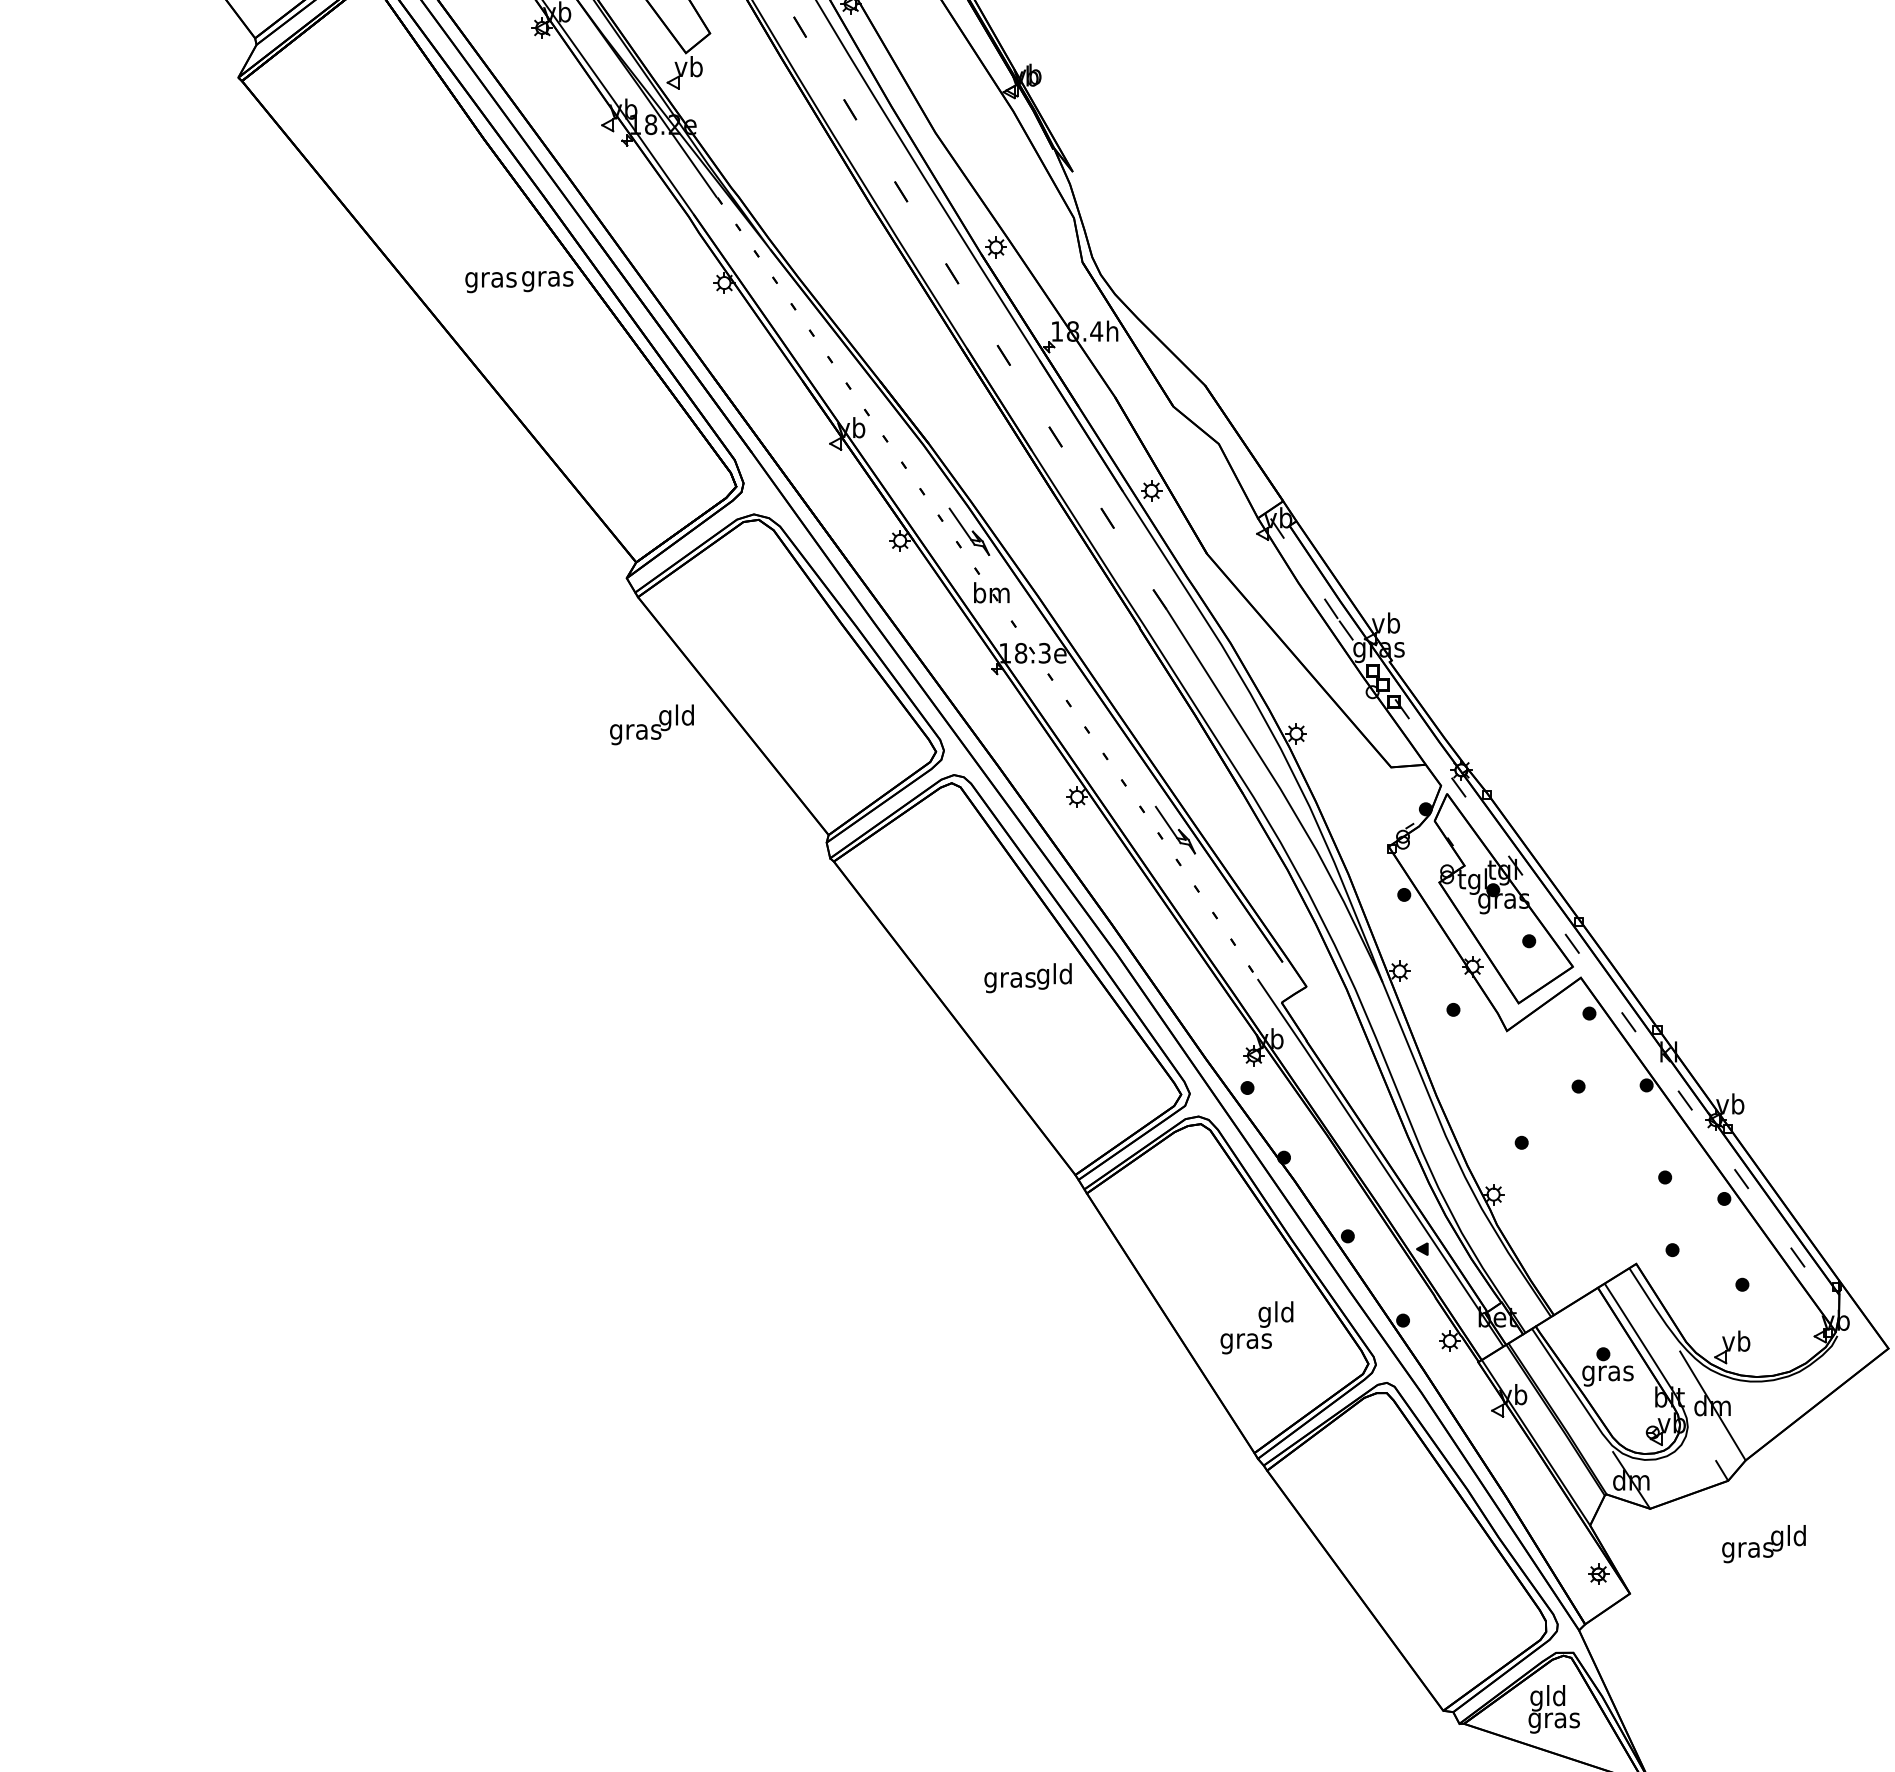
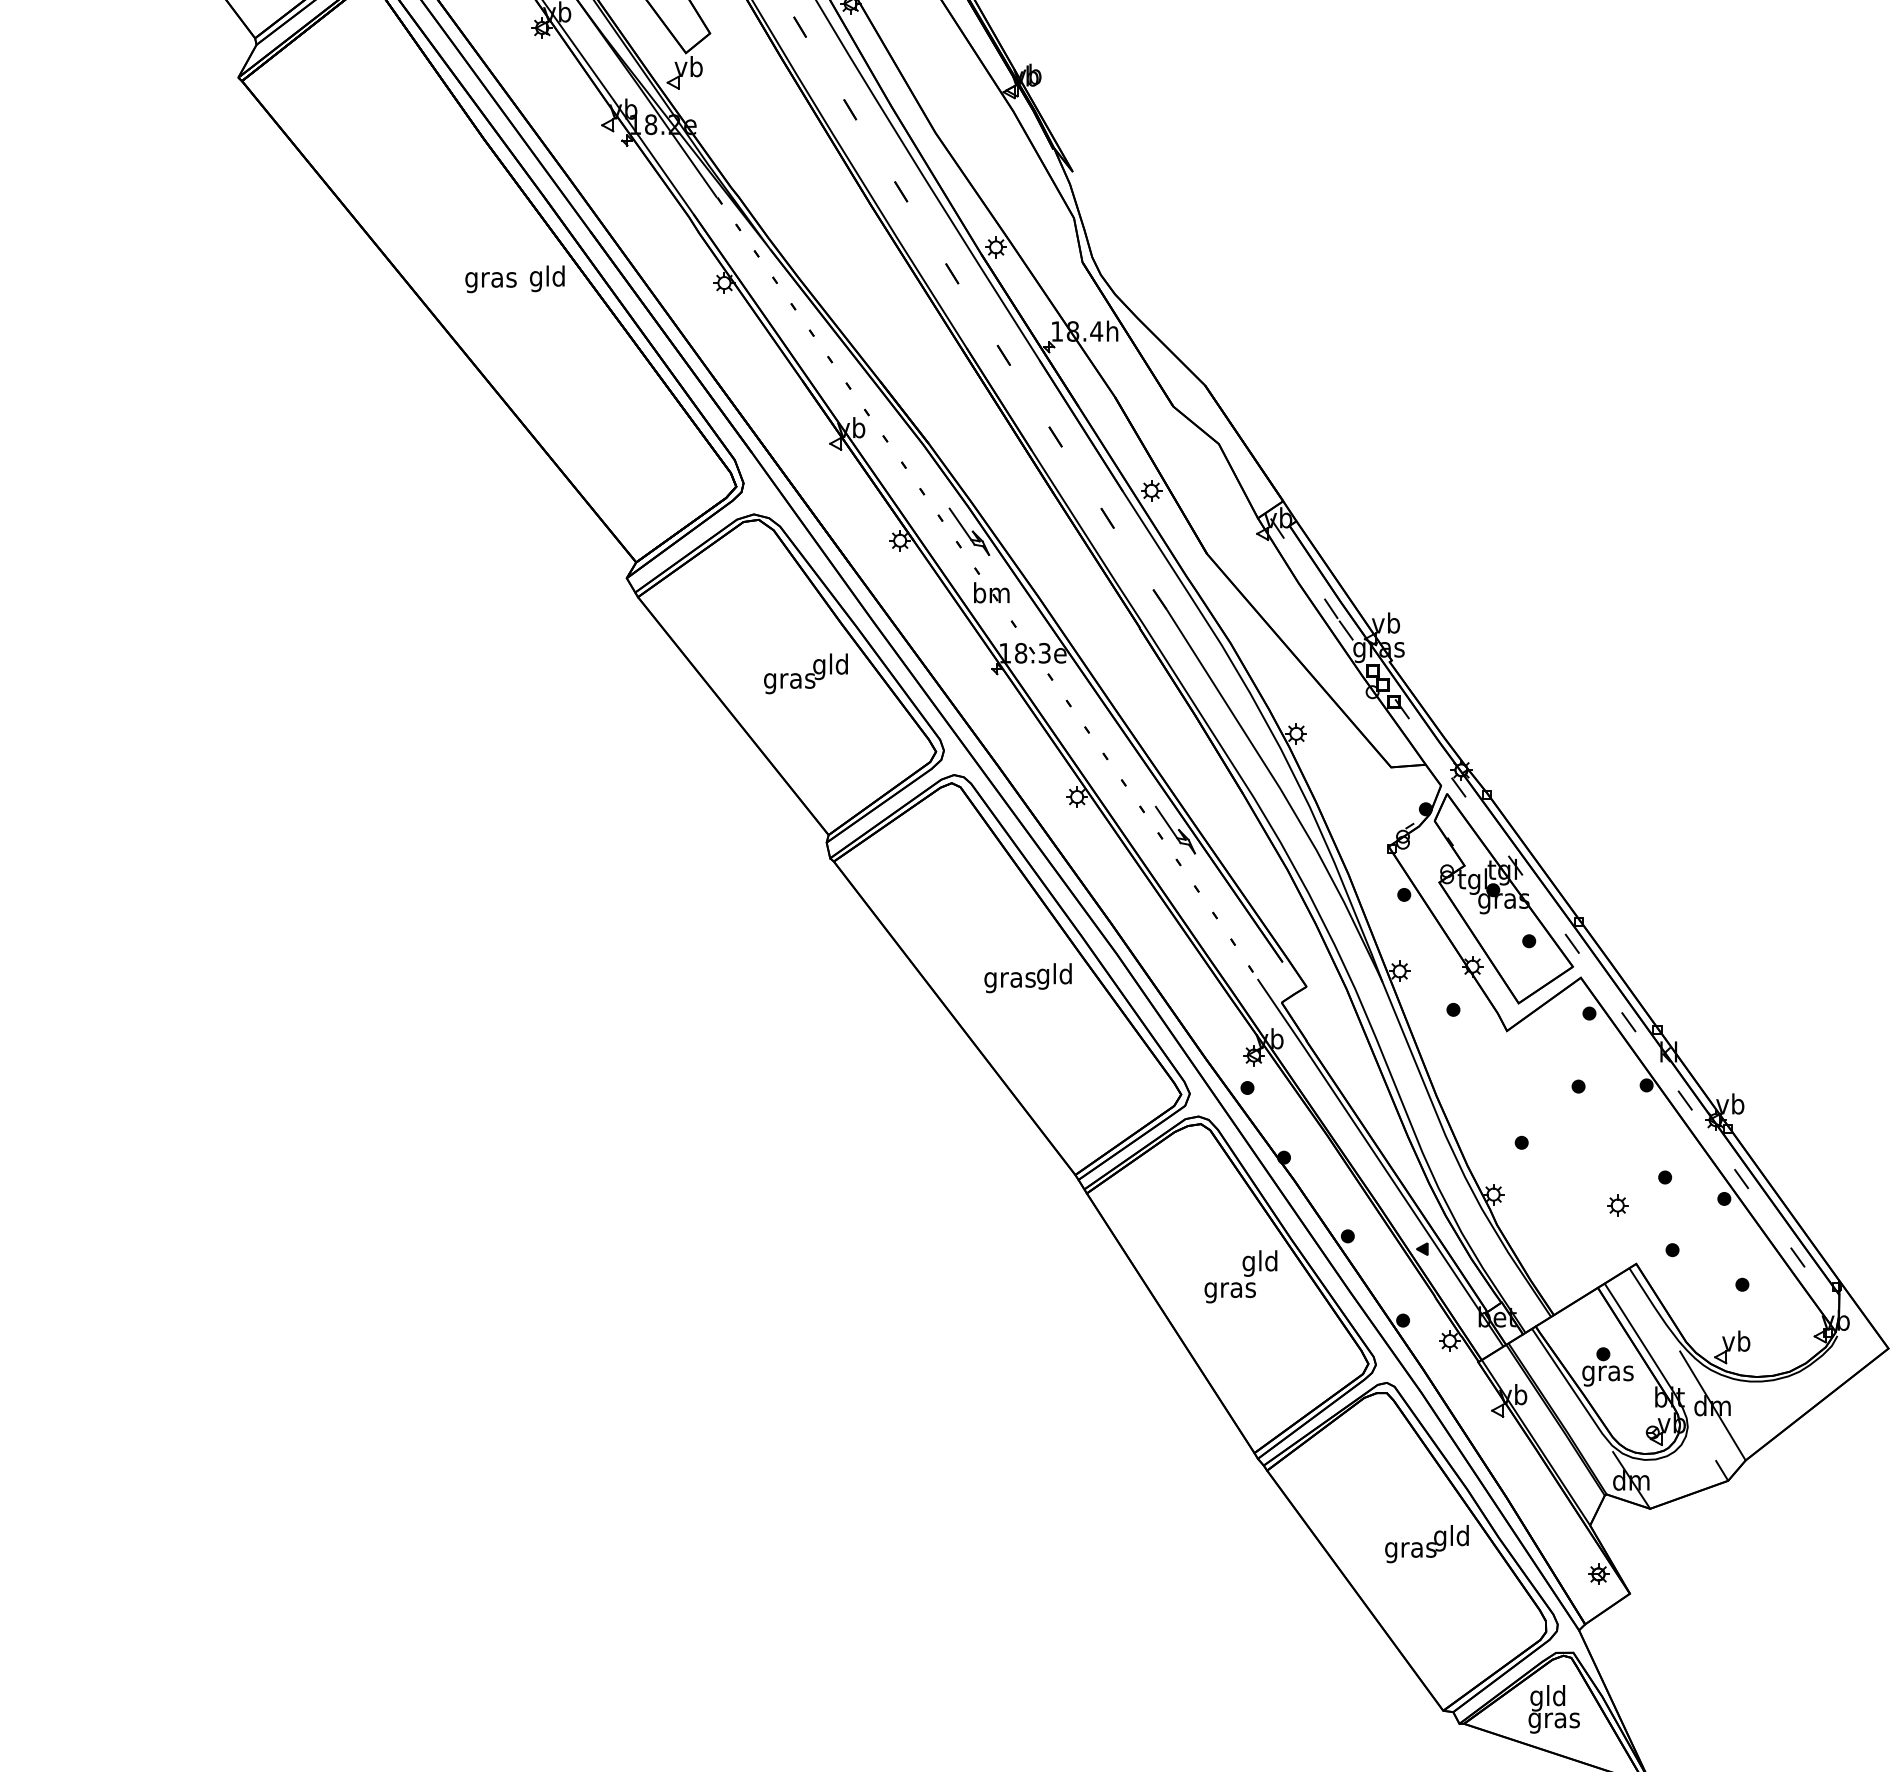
text at (547, 278): gras -> gld
text at (651, 724) position: (651, 724) -> (805, 673)
part at (1617, 1205): none -> present
text at (1256, 1327) position: (1256, 1327) -> (1240, 1276)
text at (1763, 1544) position: (1763, 1544) -> (1426, 1544)
